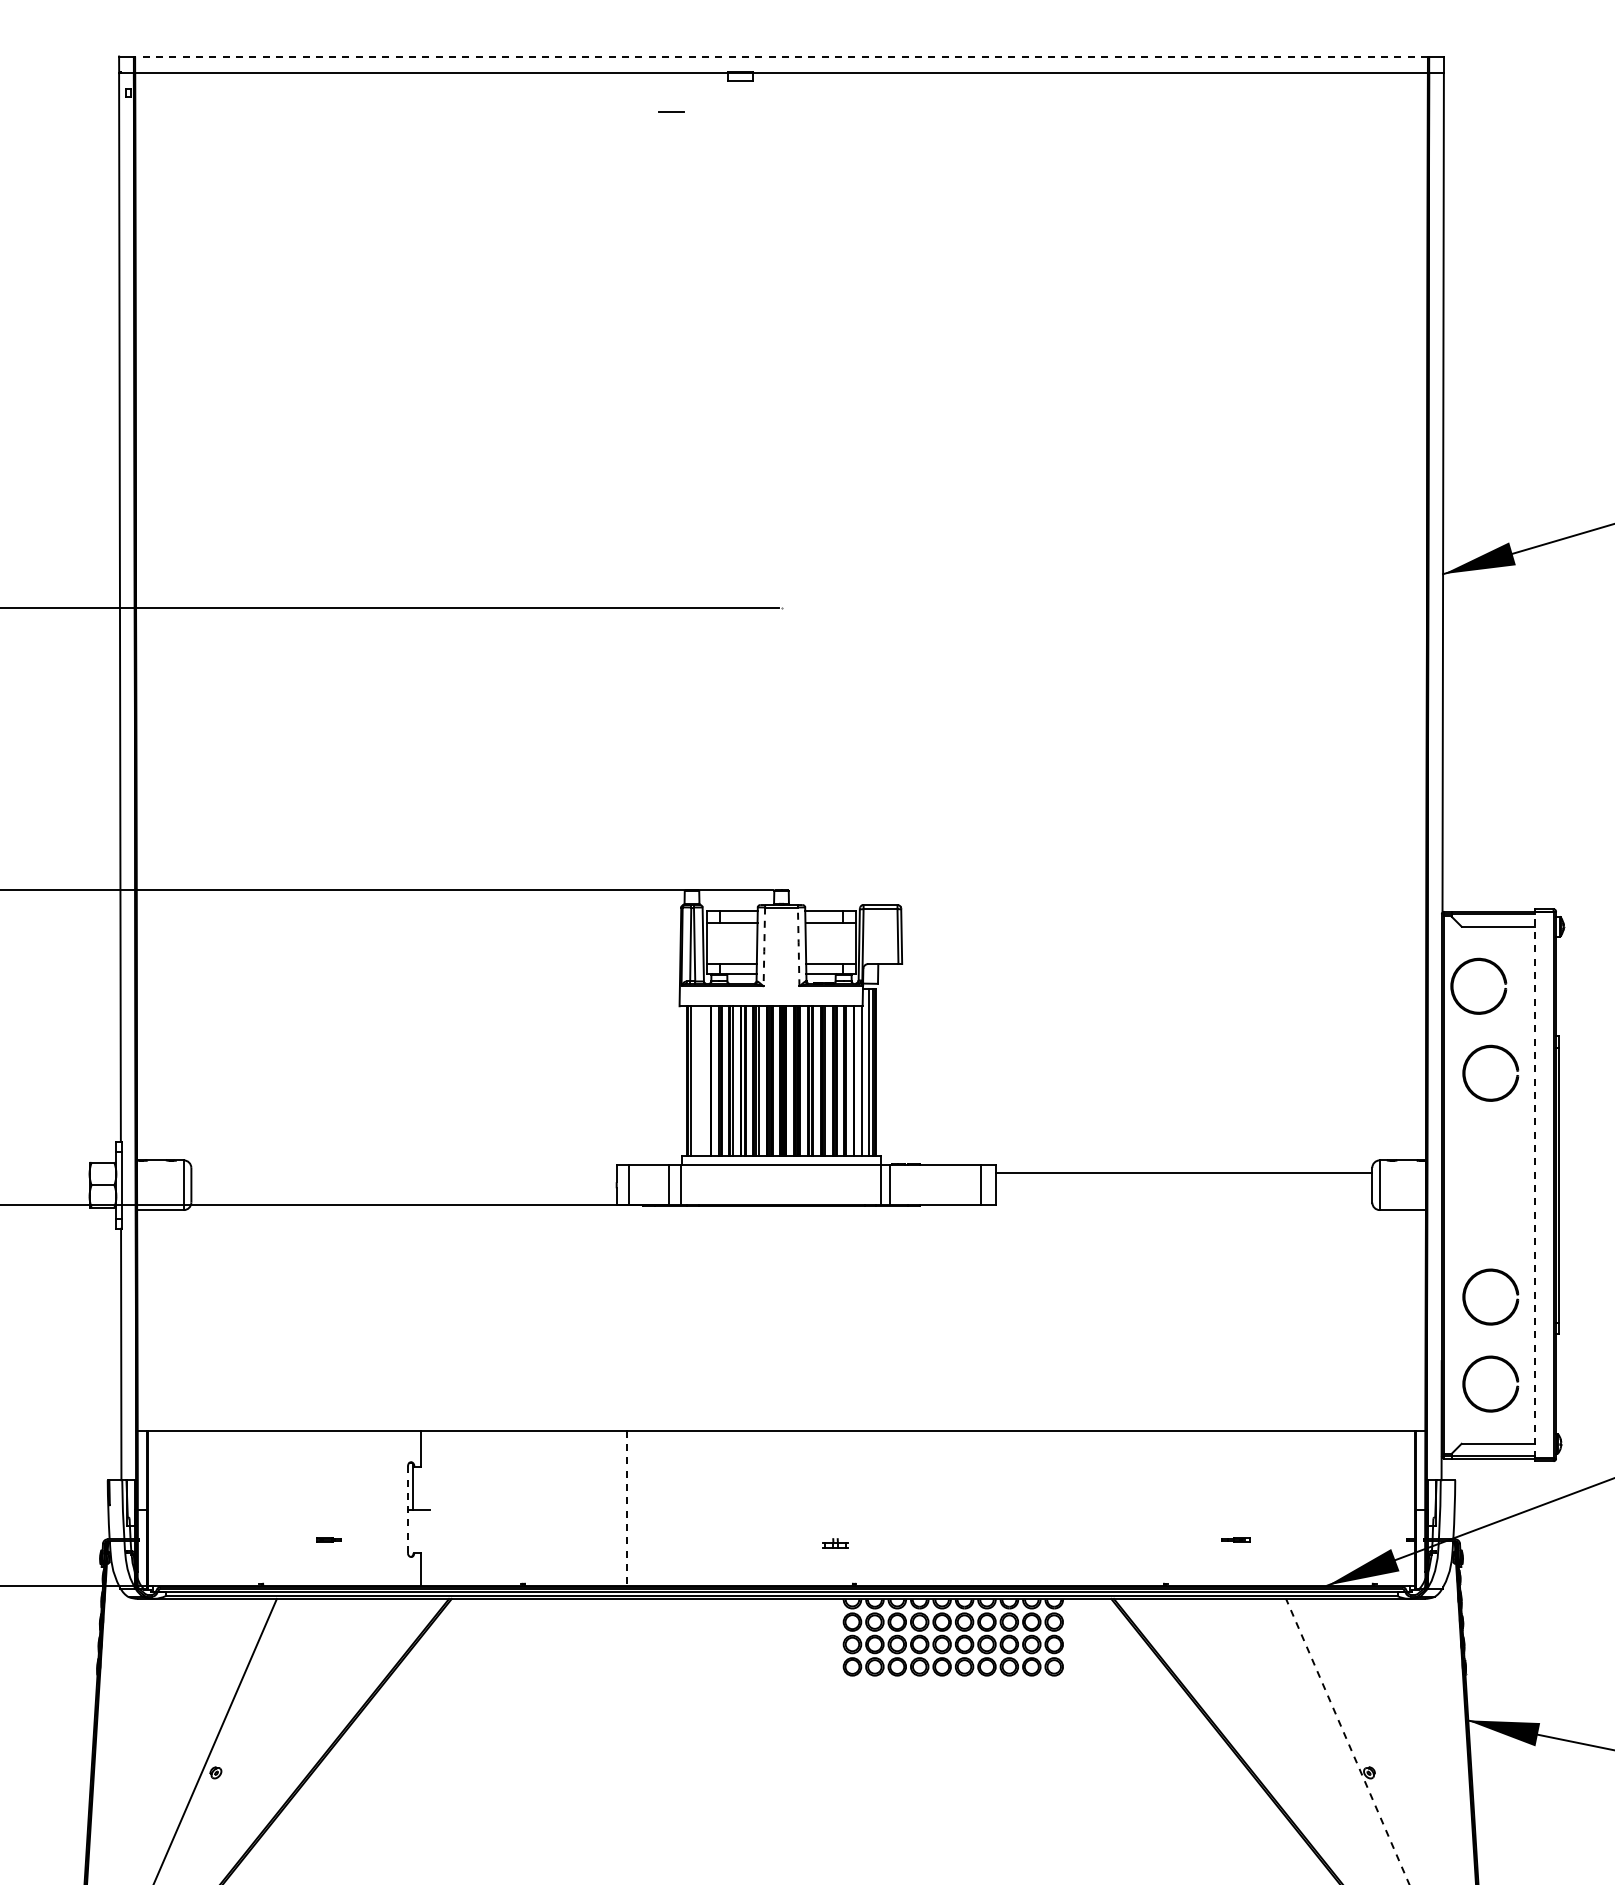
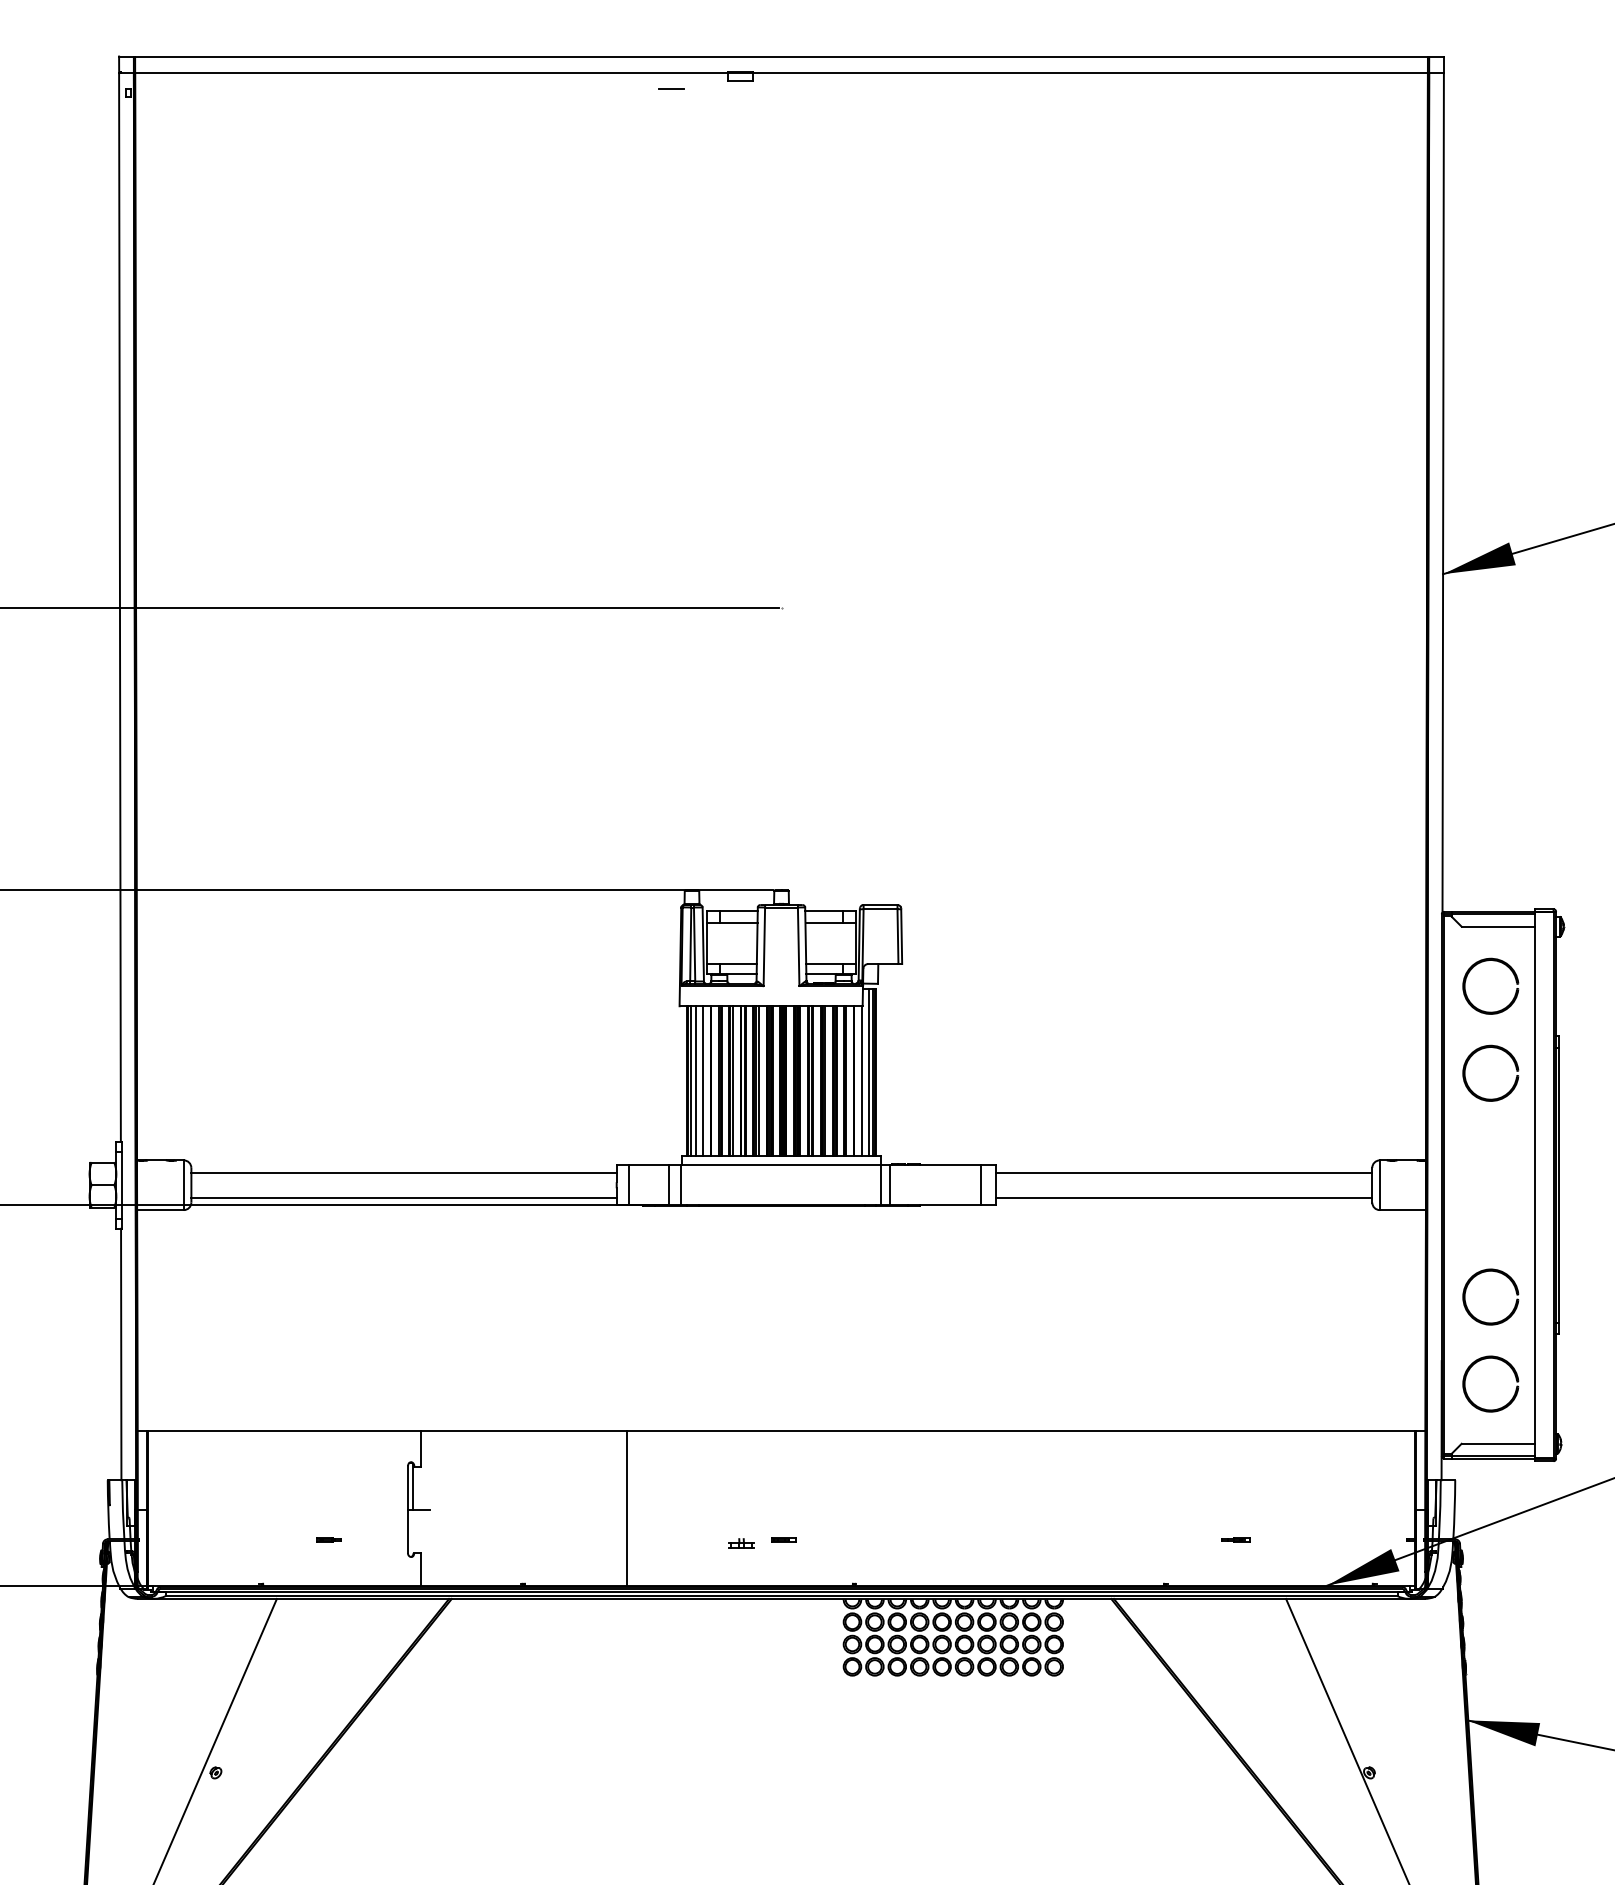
line at (781, 56): dashed -> solid
line at (671, 111) position: (671, 111) -> (671, 88)
line at (798, 946): dashed -> solid
line at (764, 947): dashed -> solid
part at (1471, 962) position: (1471, 962) -> (1483, 962)
line at (695, 1081): none -> present
line at (702, 1081): none -> present
line at (403, 1172): none -> present
line at (1535, 1184): dashed -> solid
line at (403, 1197): none -> present
line at (1183, 1197): none -> present
line at (627, 1508): dashed -> solid
line at (407, 1510): dashed -> solid
part at (783, 1539): none -> present
part at (835, 1543) position: (835, 1543) -> (741, 1543)
line at (1347, 1741): dashed -> solid
